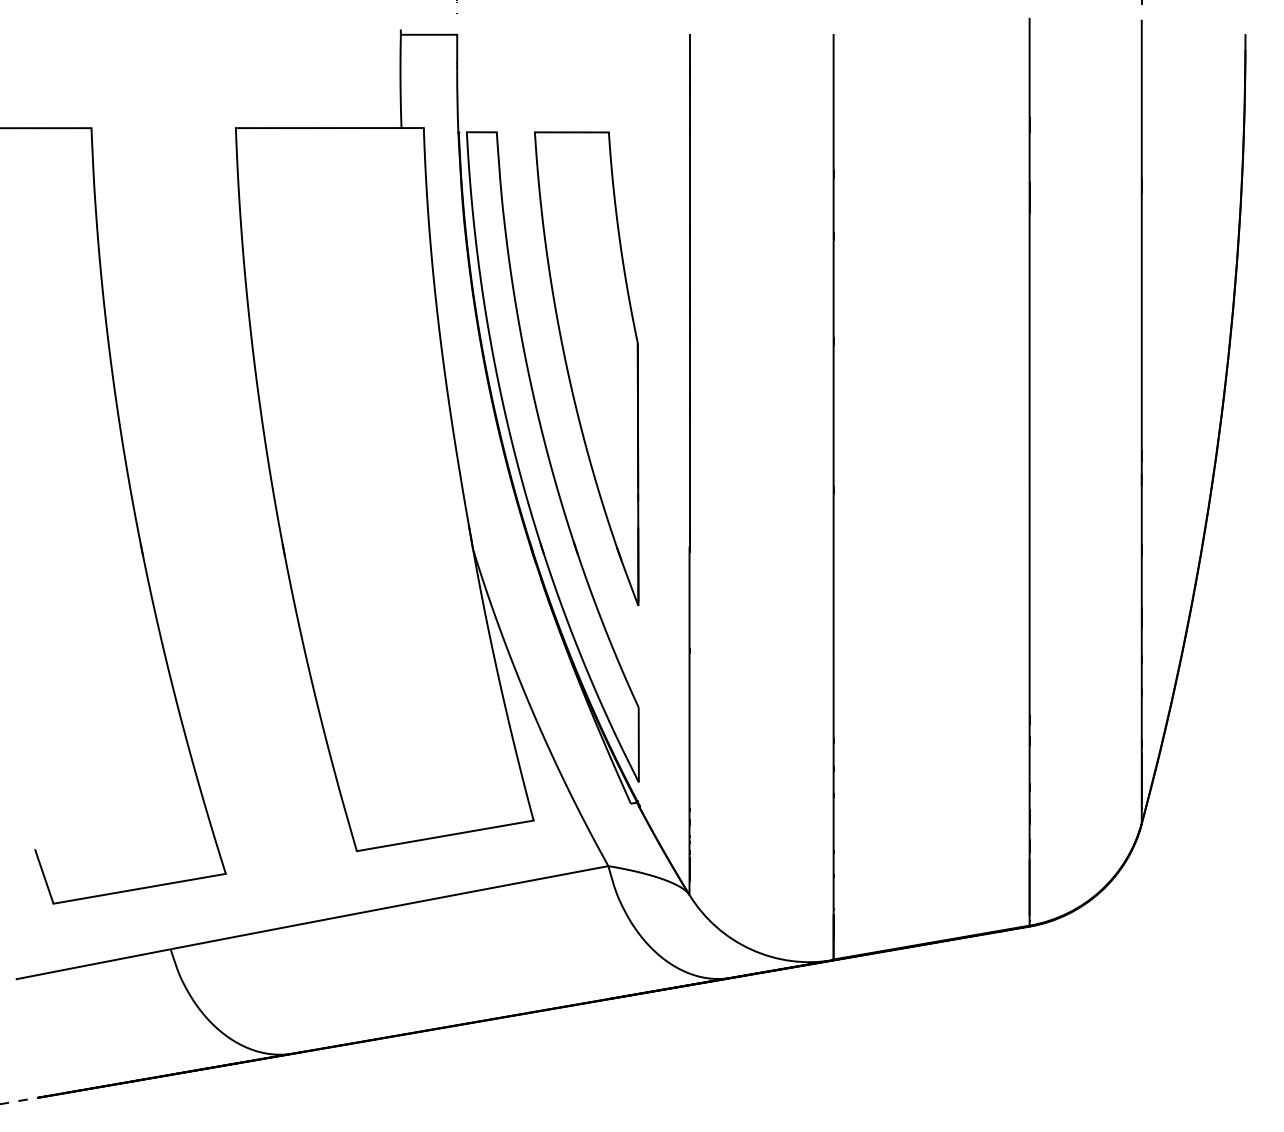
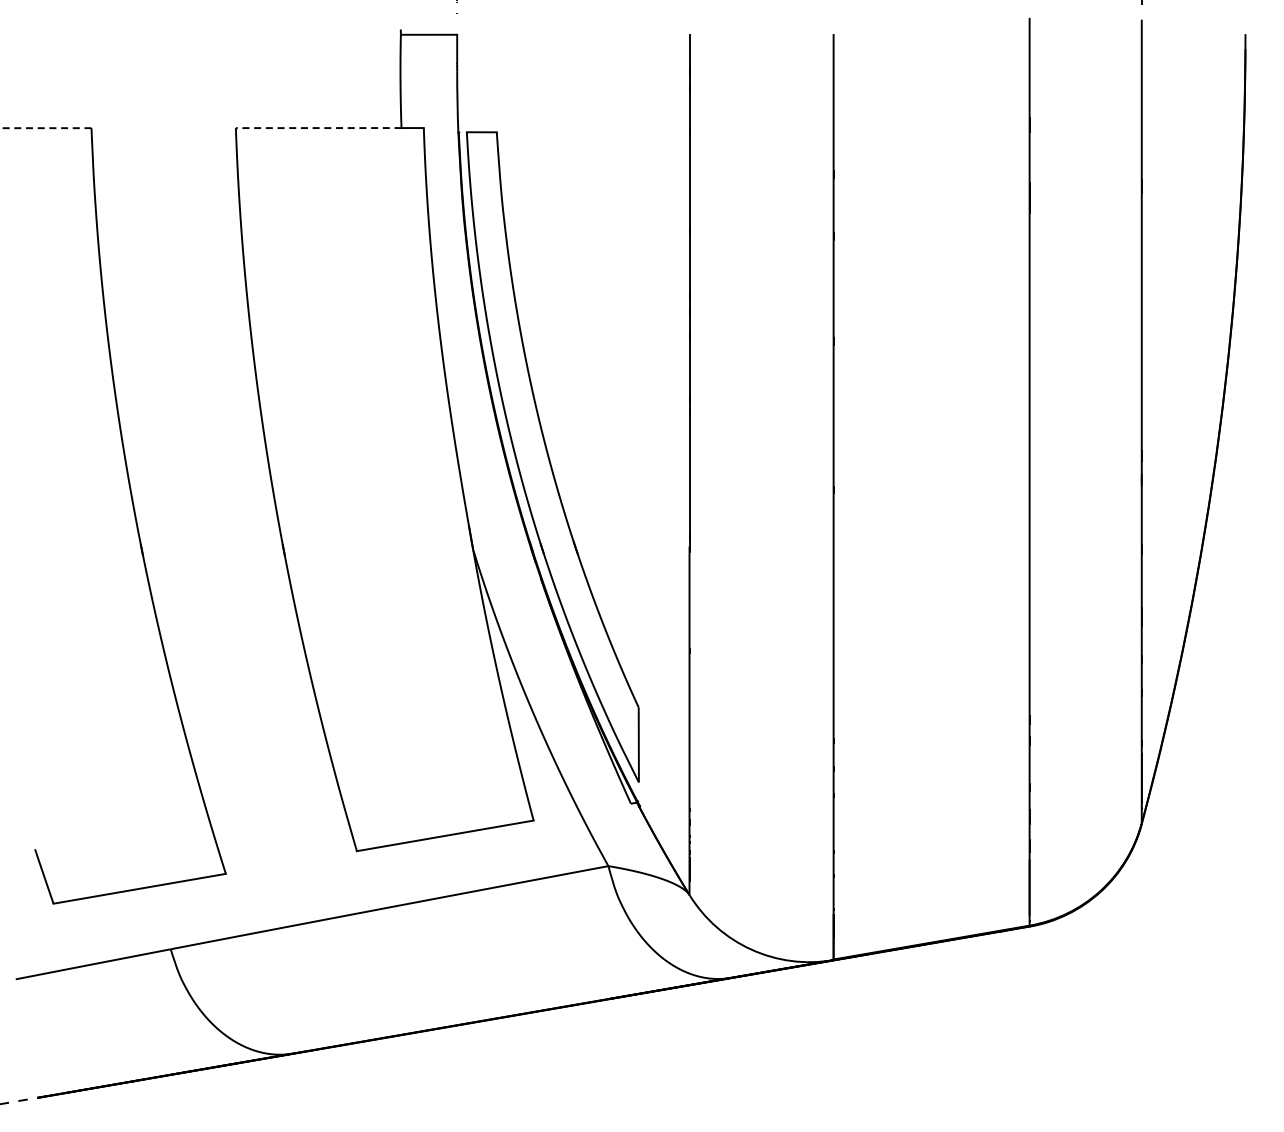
line at (45, 128): solid -> dashed
line at (318, 128): solid -> dashed
part at (586, 368): present -> none
